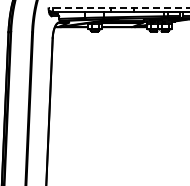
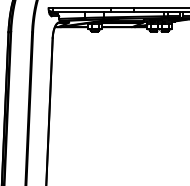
line at (118, 7): dashed -> solid
